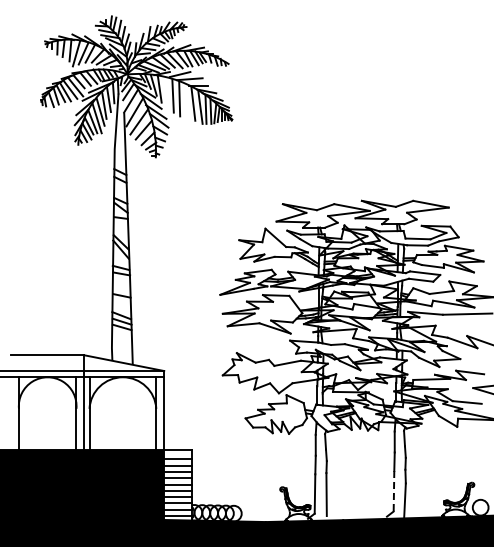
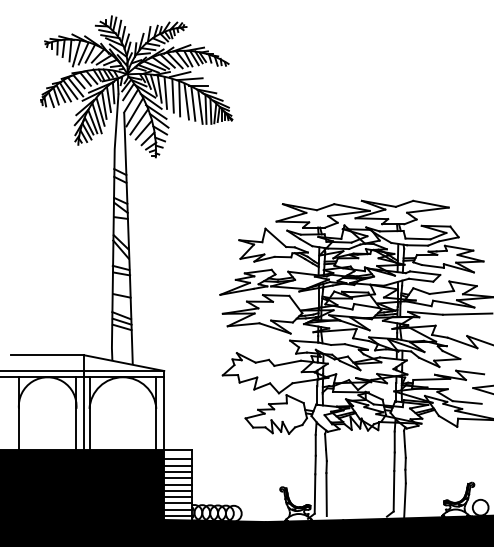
line at (165, 92): none -> present
line at (186, 101): none -> present
line at (393, 491): dashed -> solid
